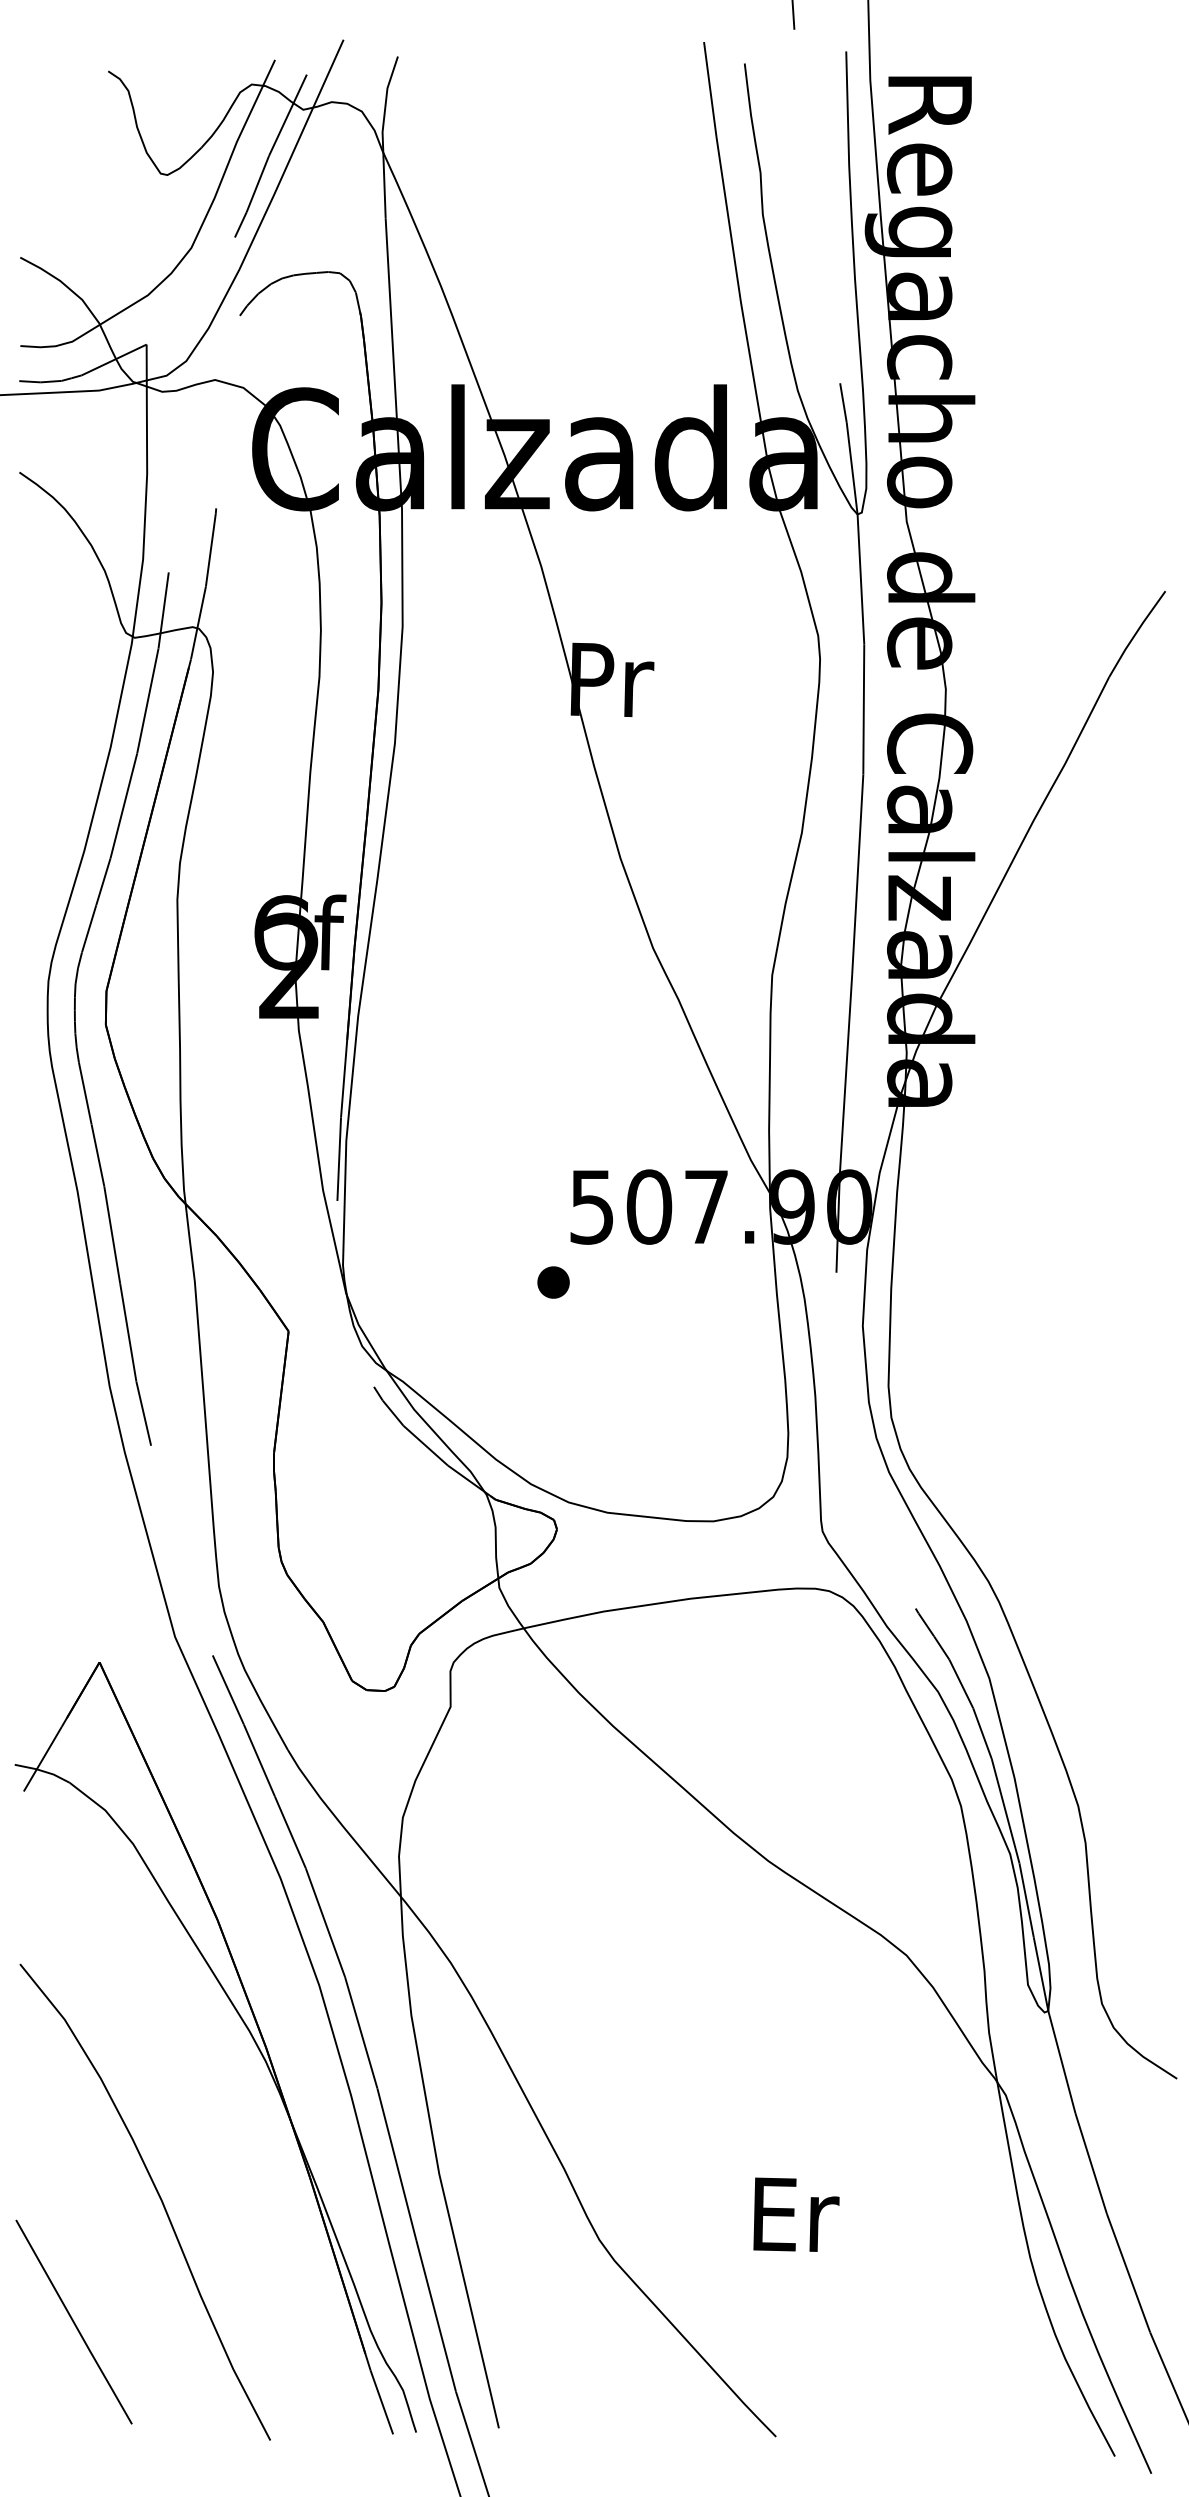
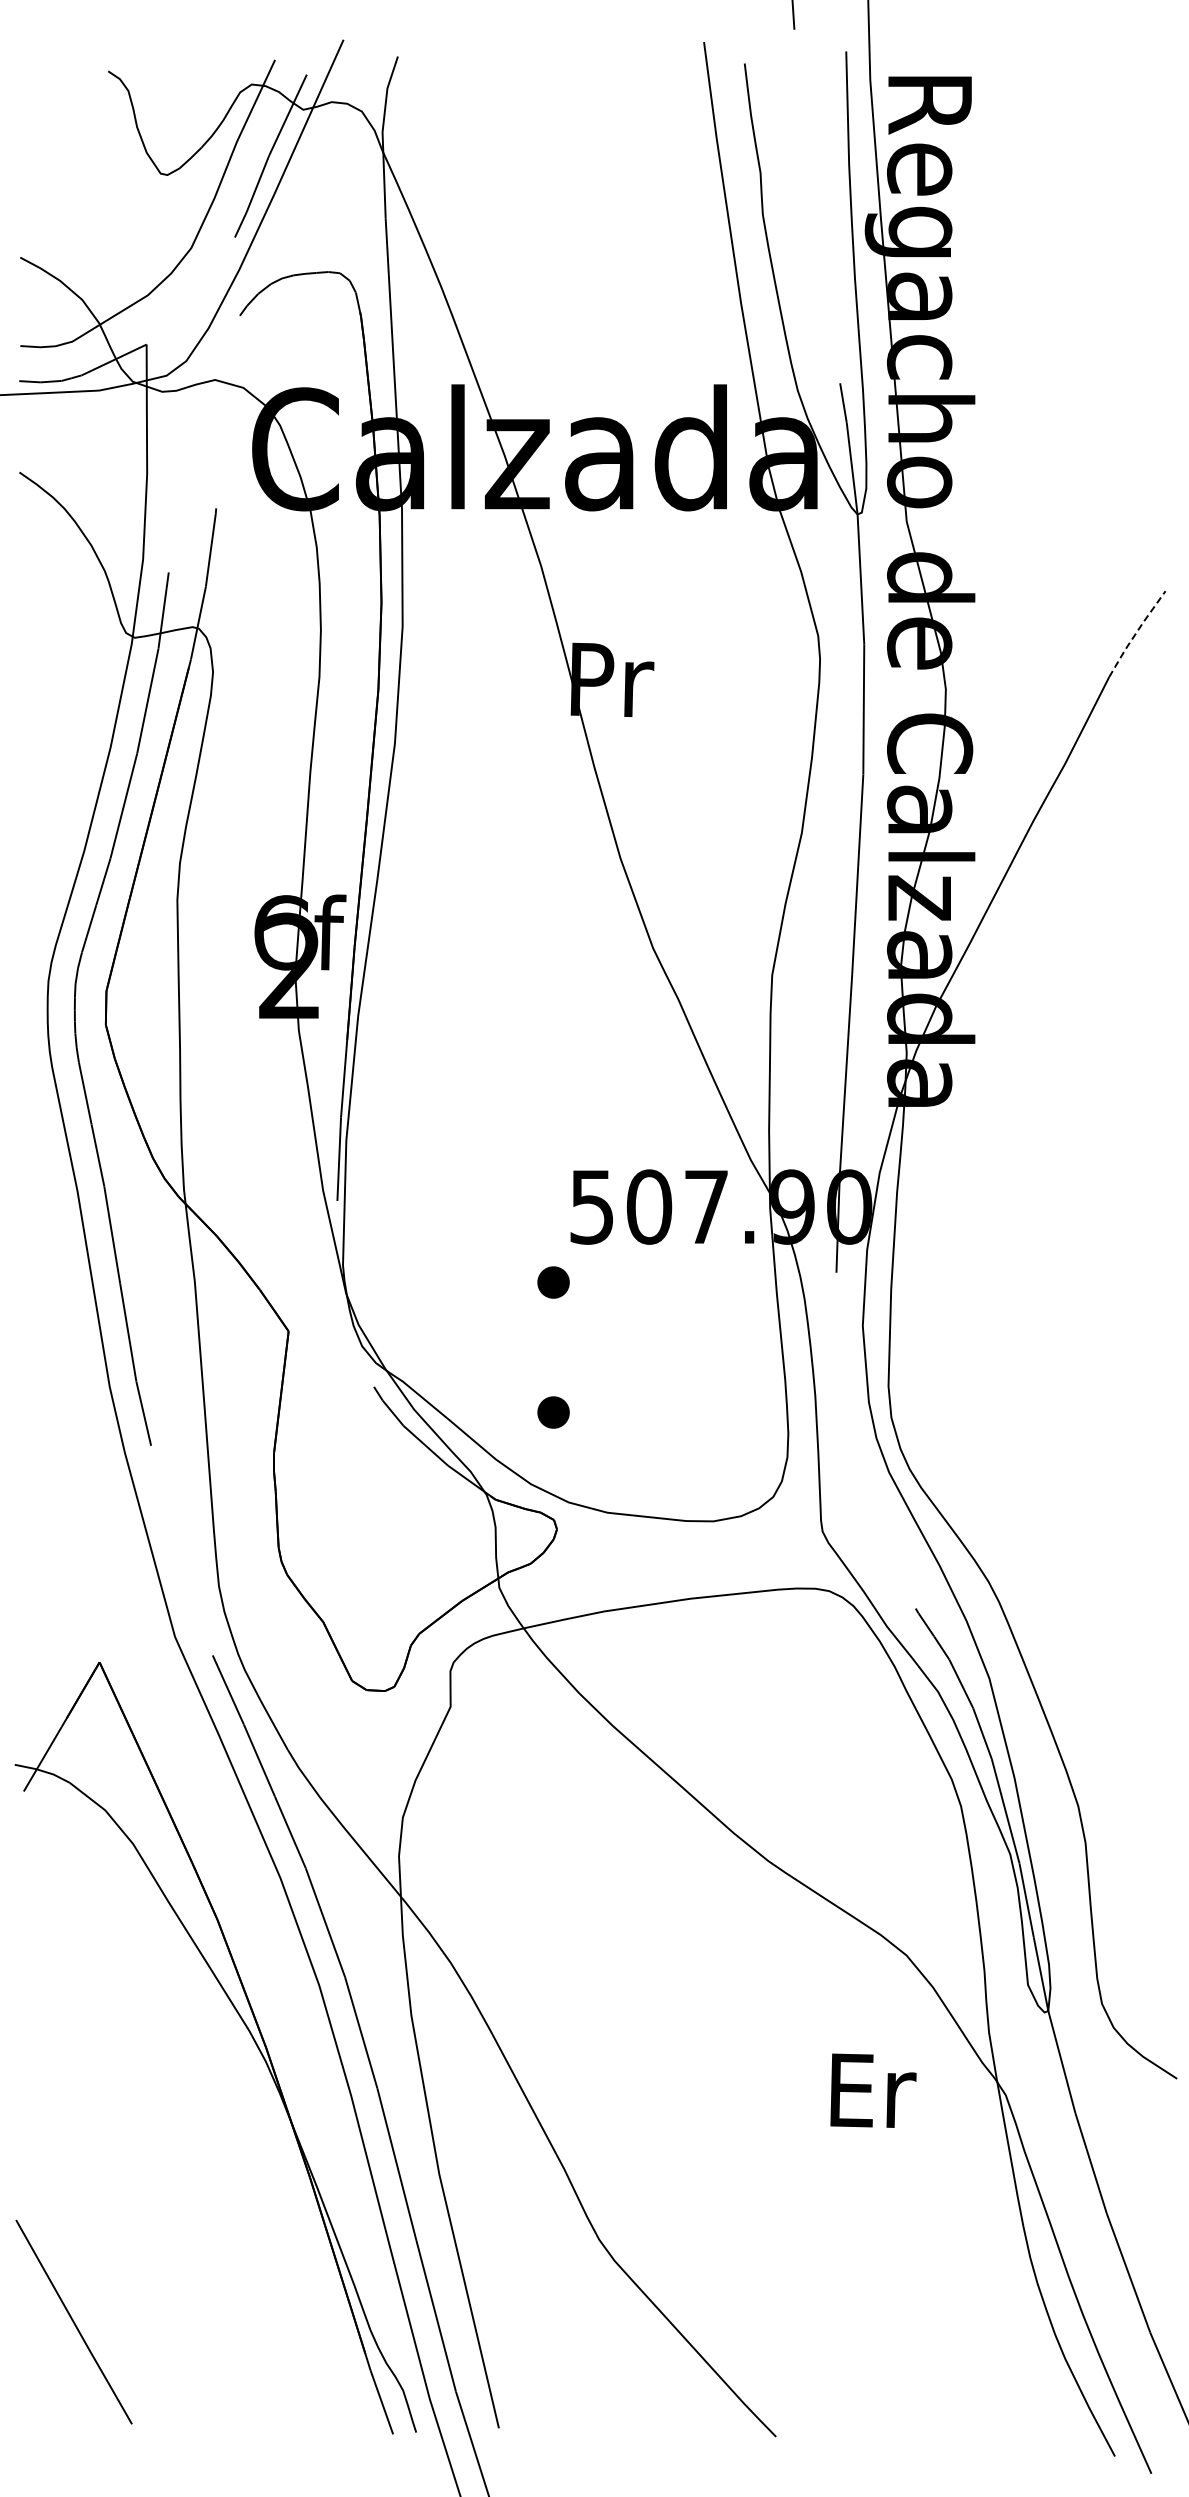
line at (1136, 633): solid -> dashed
part at (553, 1412): none -> present
curve at (157, 2194): present -> none
text at (796, 2214) position: (796, 2214) -> (873, 2090)
